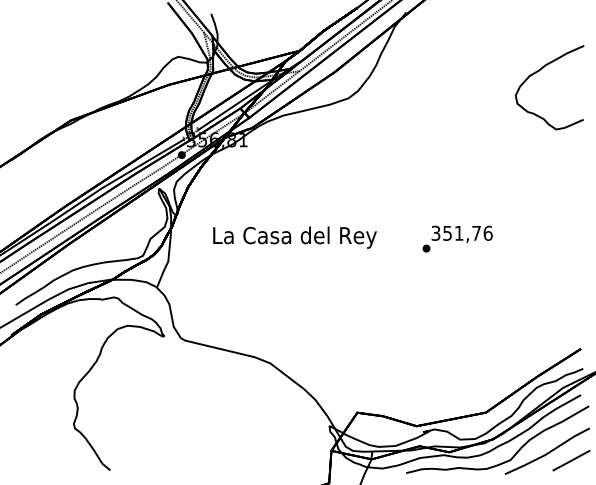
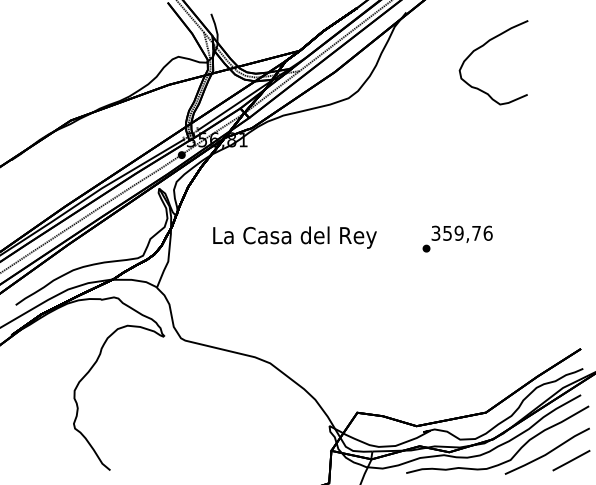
curve at (539, 71) position: (539, 71) -> (483, 46)
text at (458, 232): 351,76 -> 359,76
